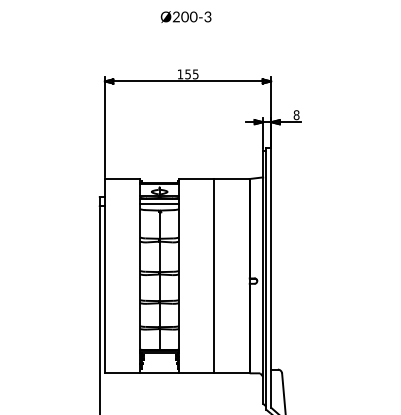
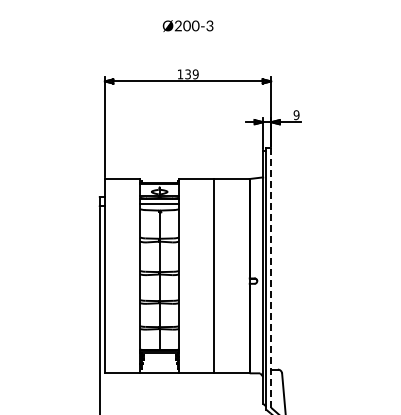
text at (185, 16) position: (185, 16) -> (187, 25)
text at (191, 74): 155 -> 139
text at (296, 115): 8 -> 9
line at (271, 277): solid -> dashed
